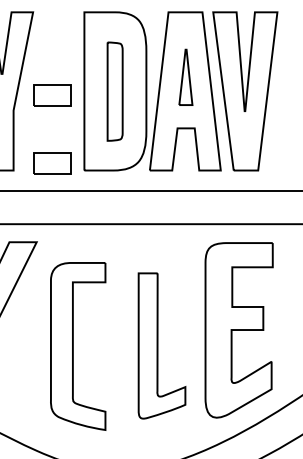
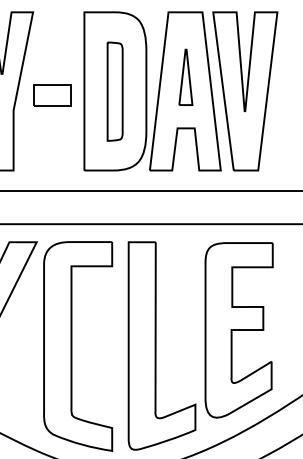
part at (52, 163): present -> none
part at (161, 345) size: 50x148 px -> 70x210 px
part at (78, 346) size: 57x169 px -> 71x211 px
